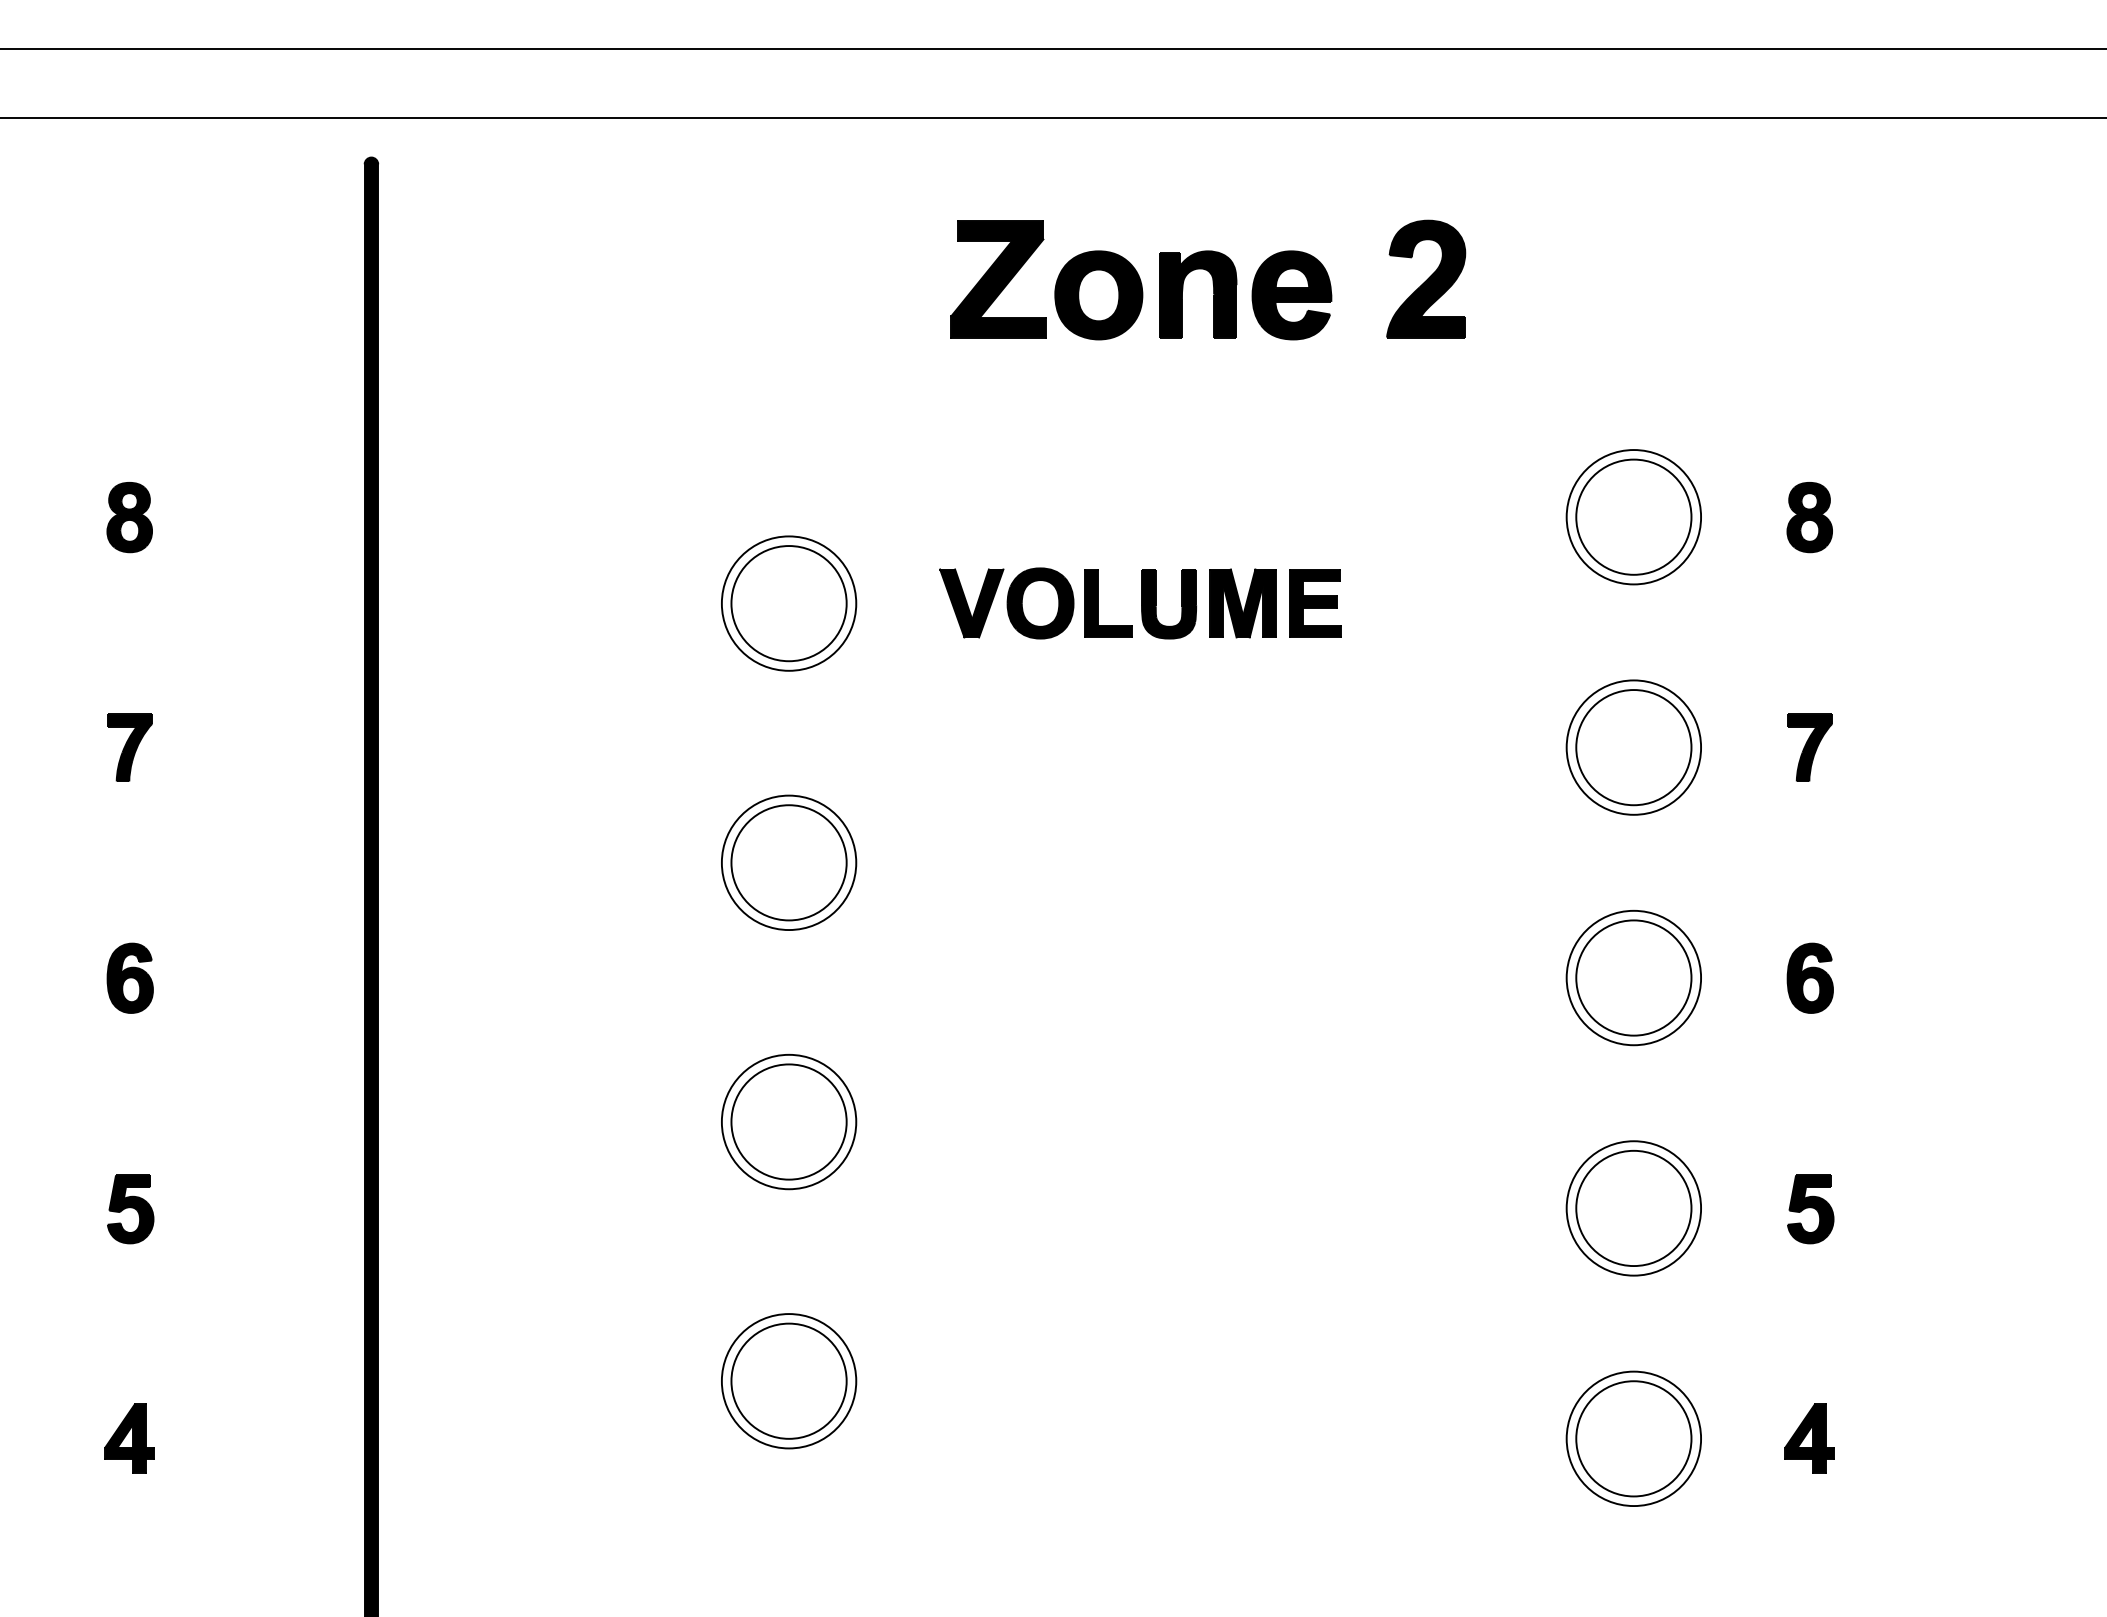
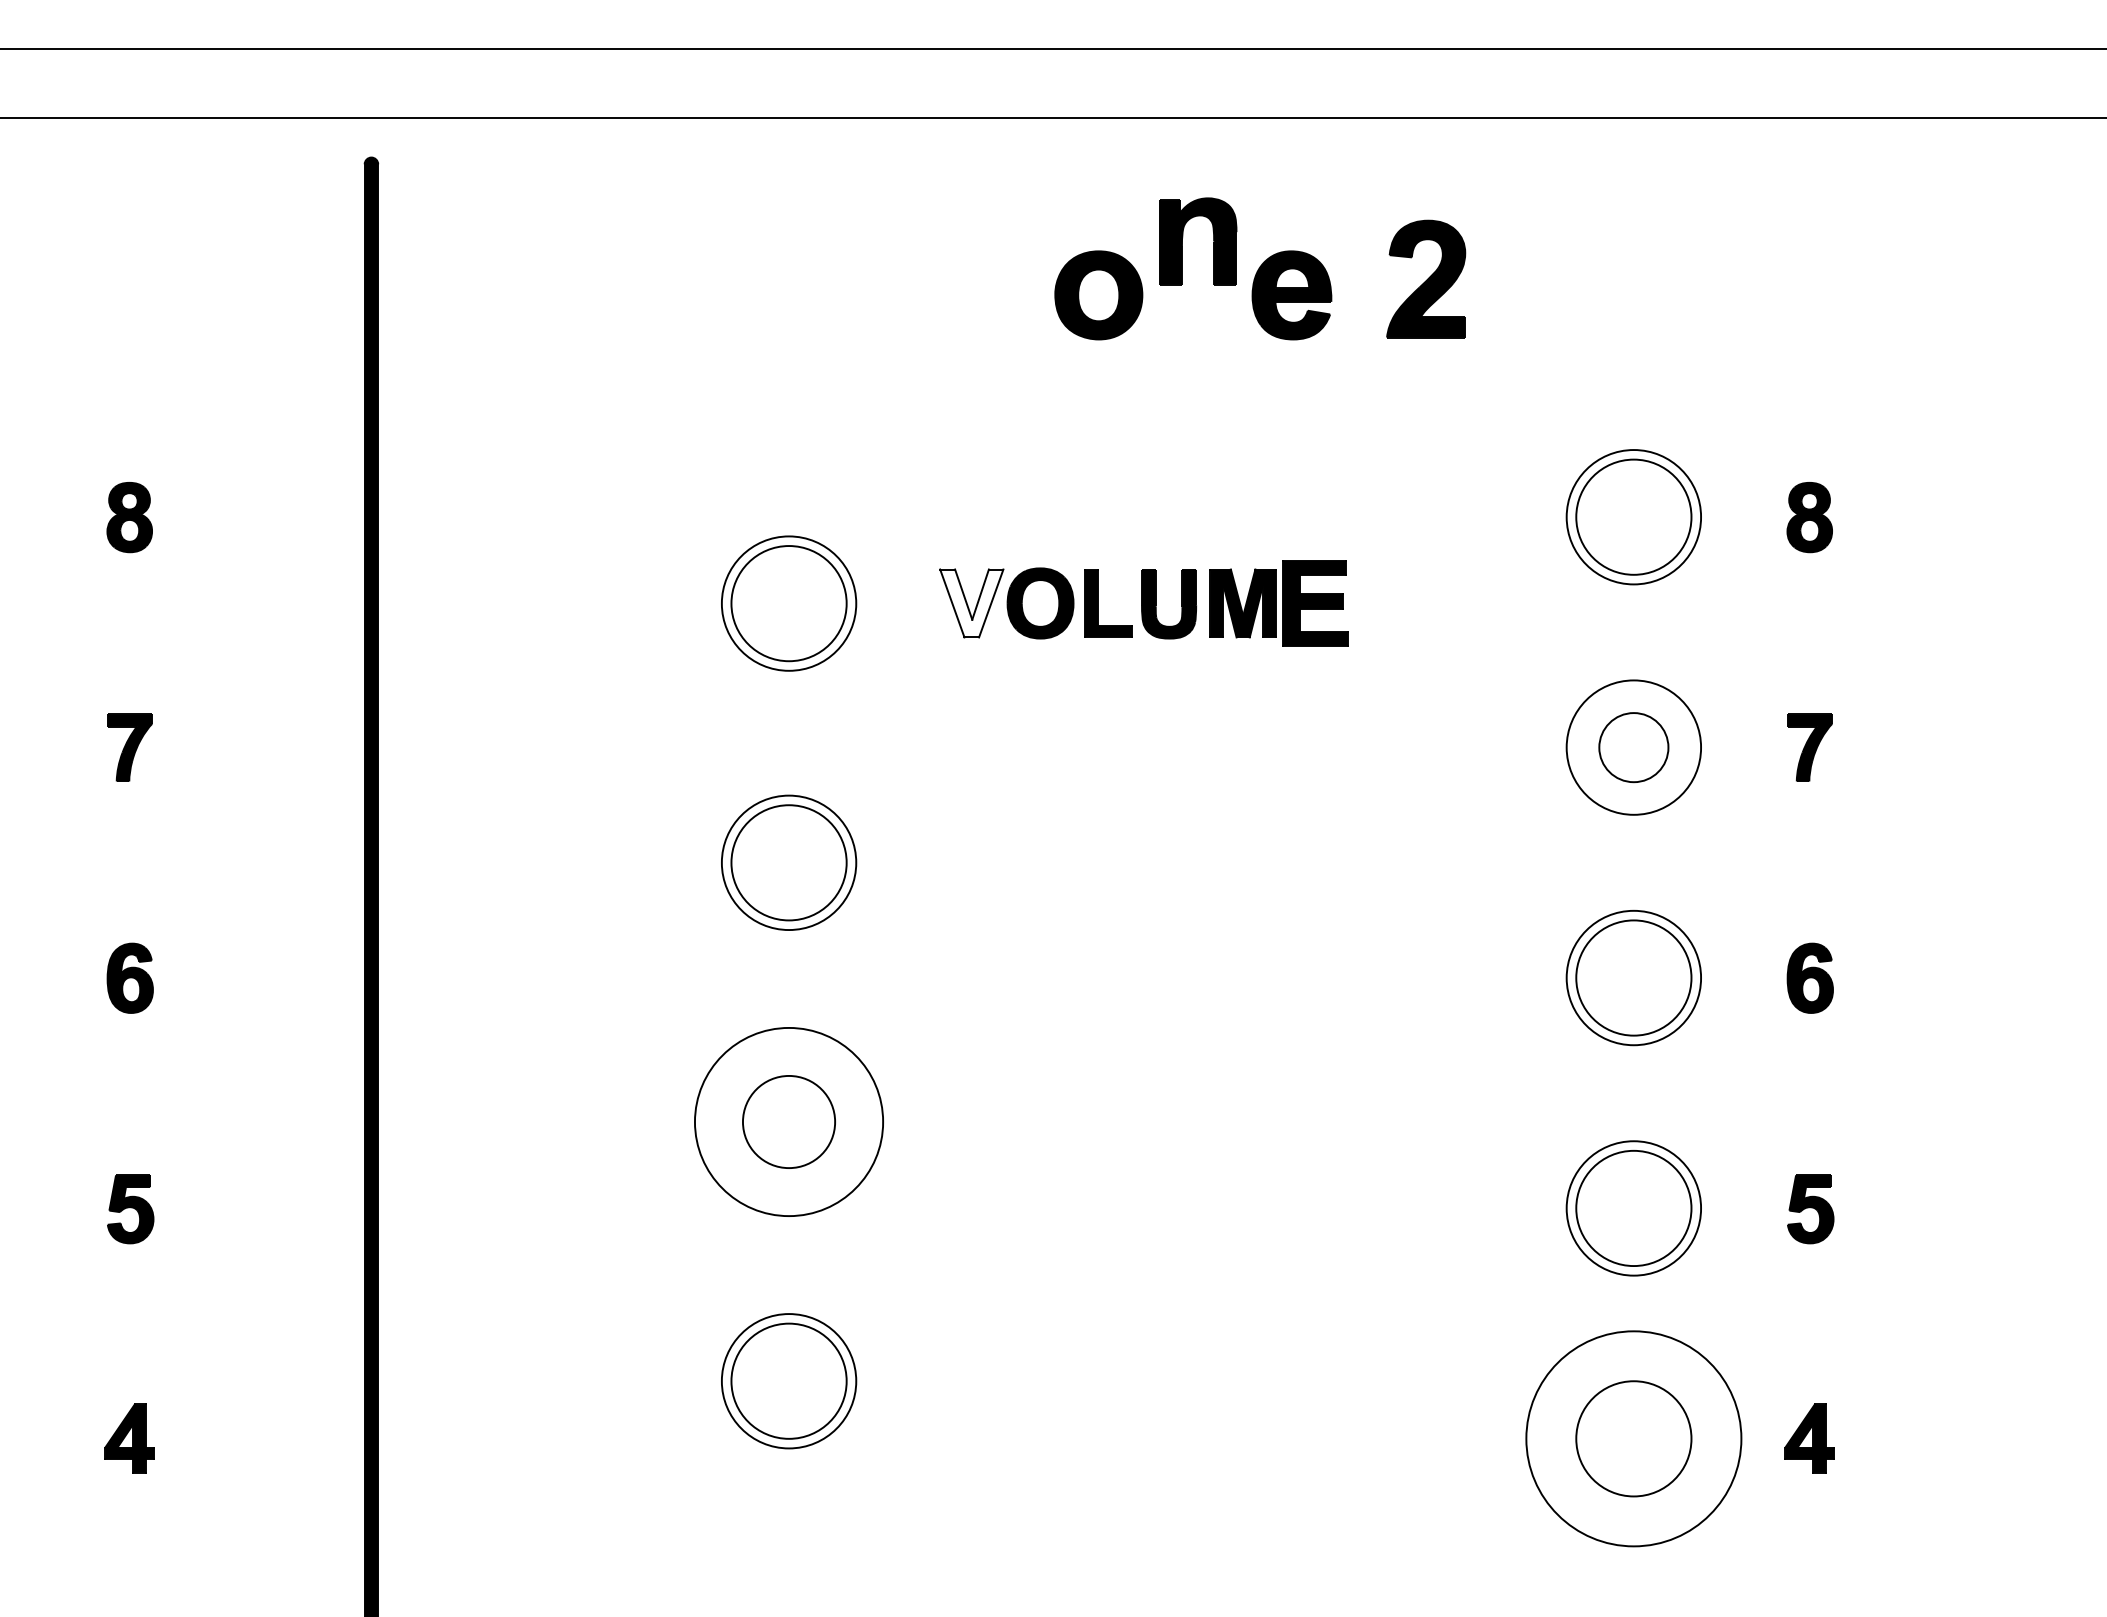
part at (998, 279): present -> none
part at (1213, 294) position: (1213, 294) -> (1213, 241)
fill at (971, 603): present -> none
part at (1315, 603) size: 53x69 px -> 67x87 px
circle at (1633, 747) diameter: 115 px -> 69 px
circle at (788, 1121) diameter: 115 px -> 92 px
circle at (788, 1121) diameter: 134 px -> 188 px
circle at (1633, 1438) diameter: 134 px -> 215 px
